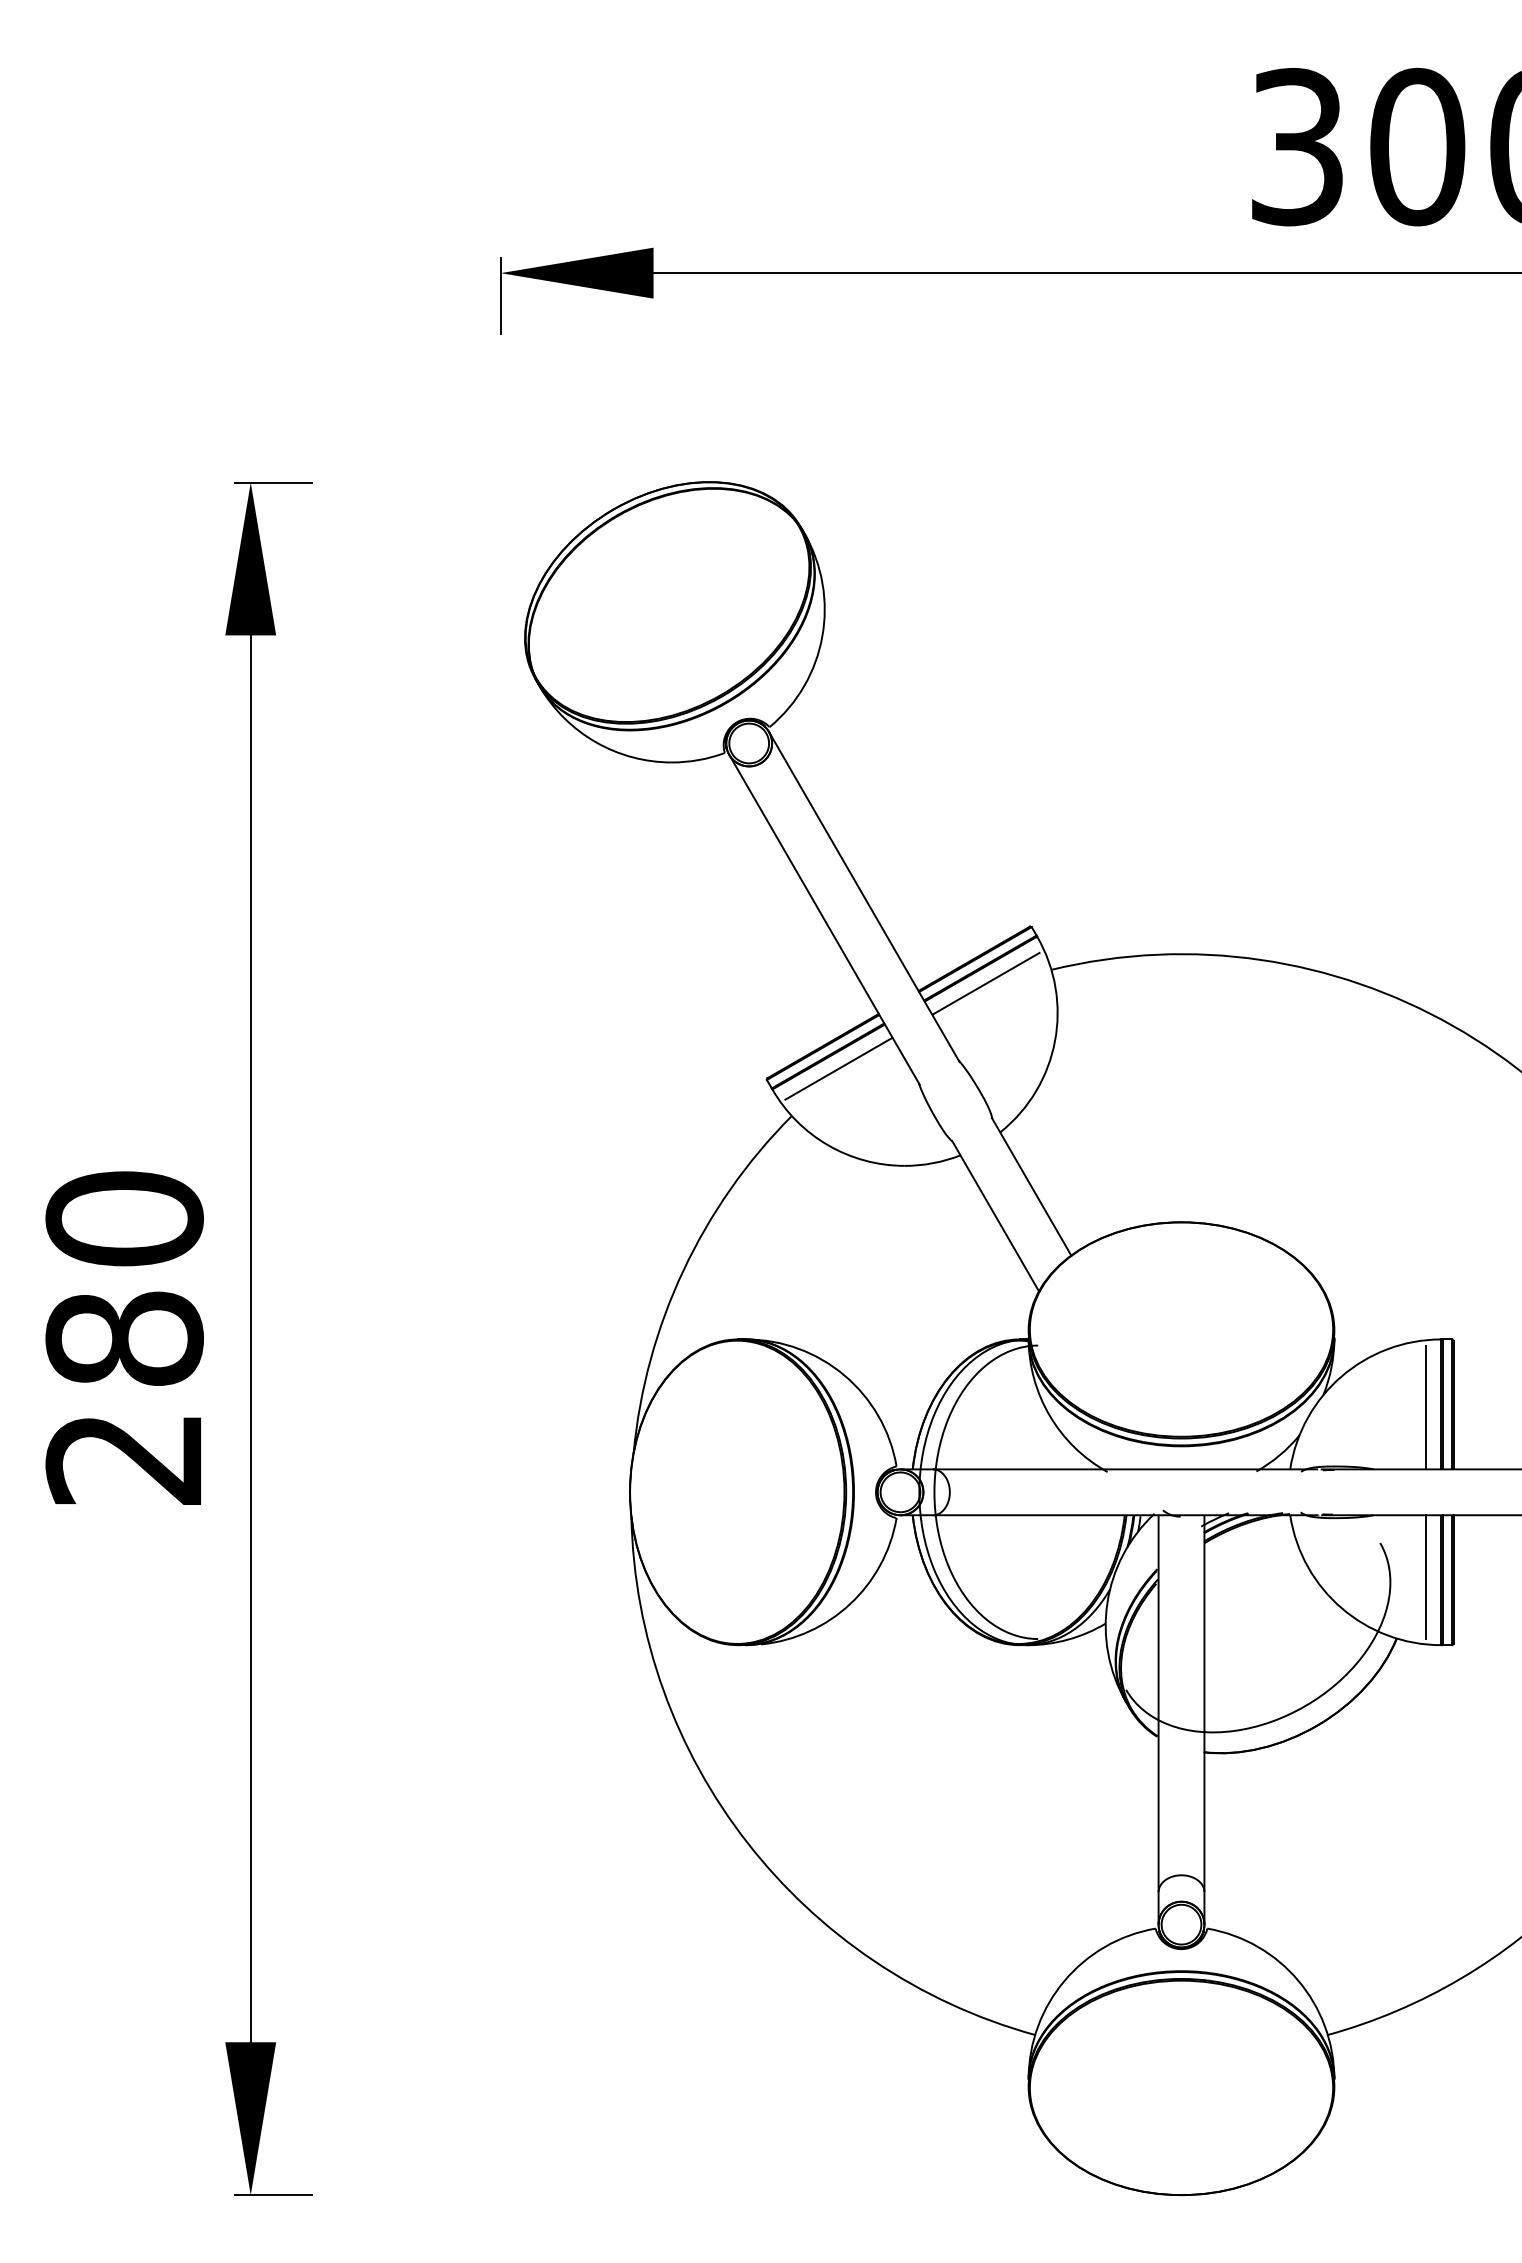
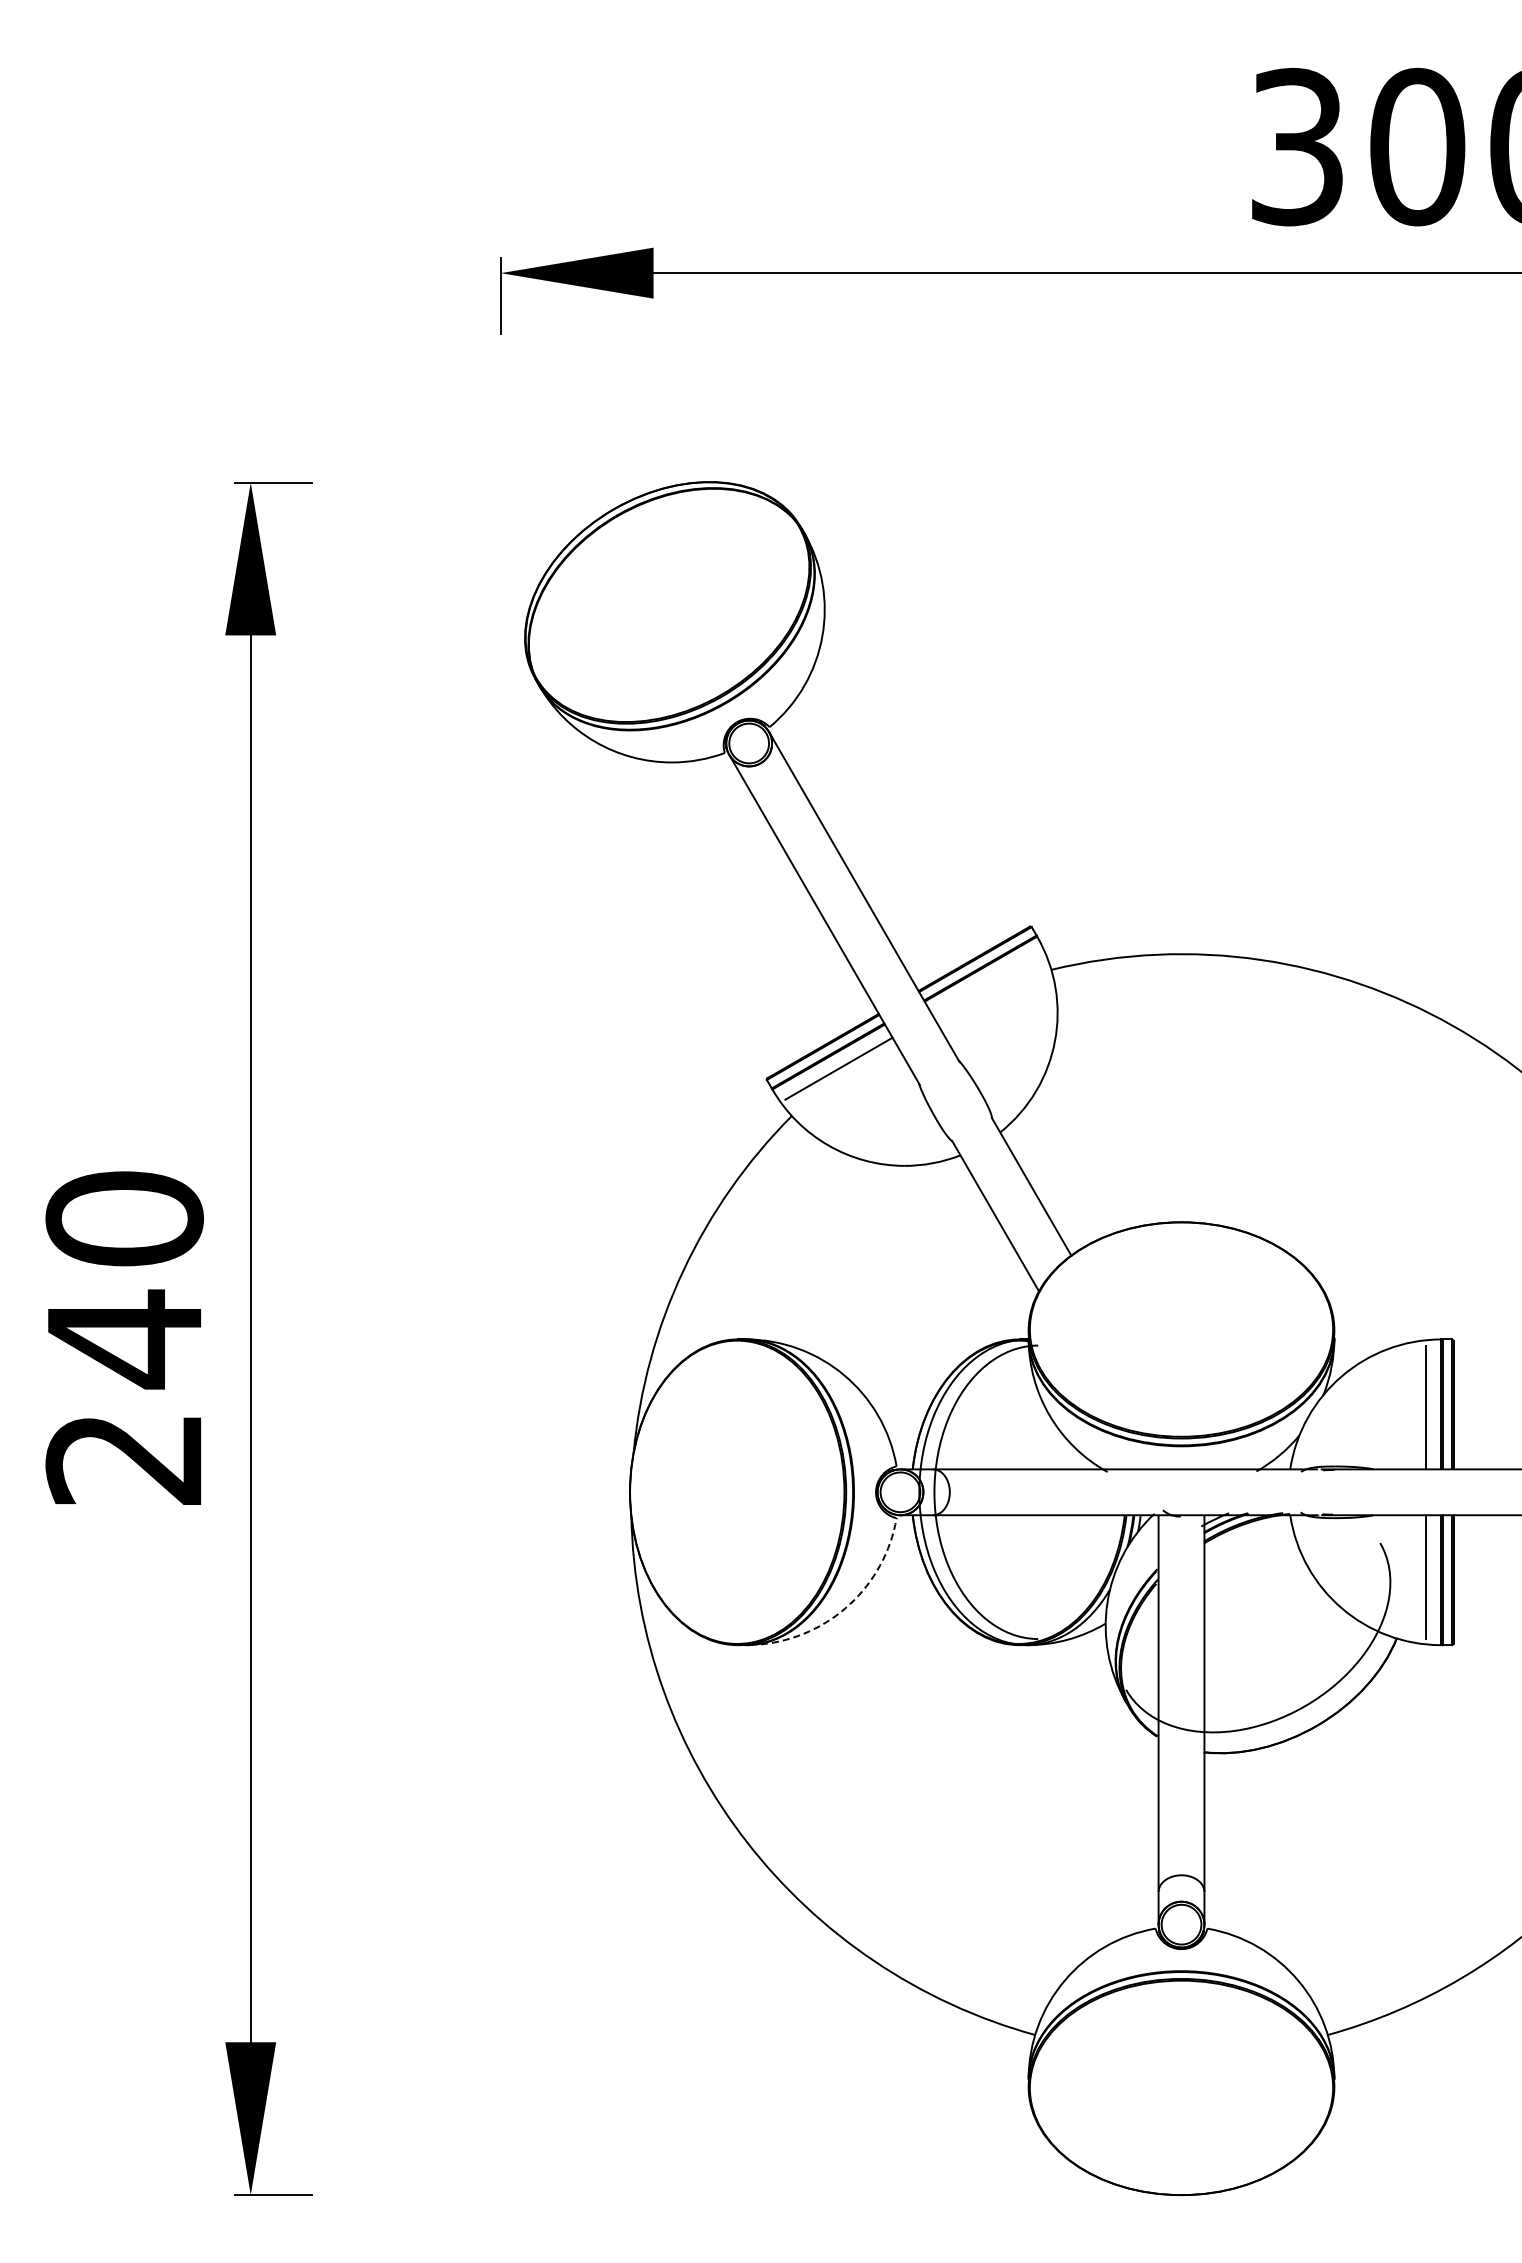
line at (985, 983): present -> none
text at (124, 1339): 280 -> 240
arc at (850, 1604): solid -> dashed
